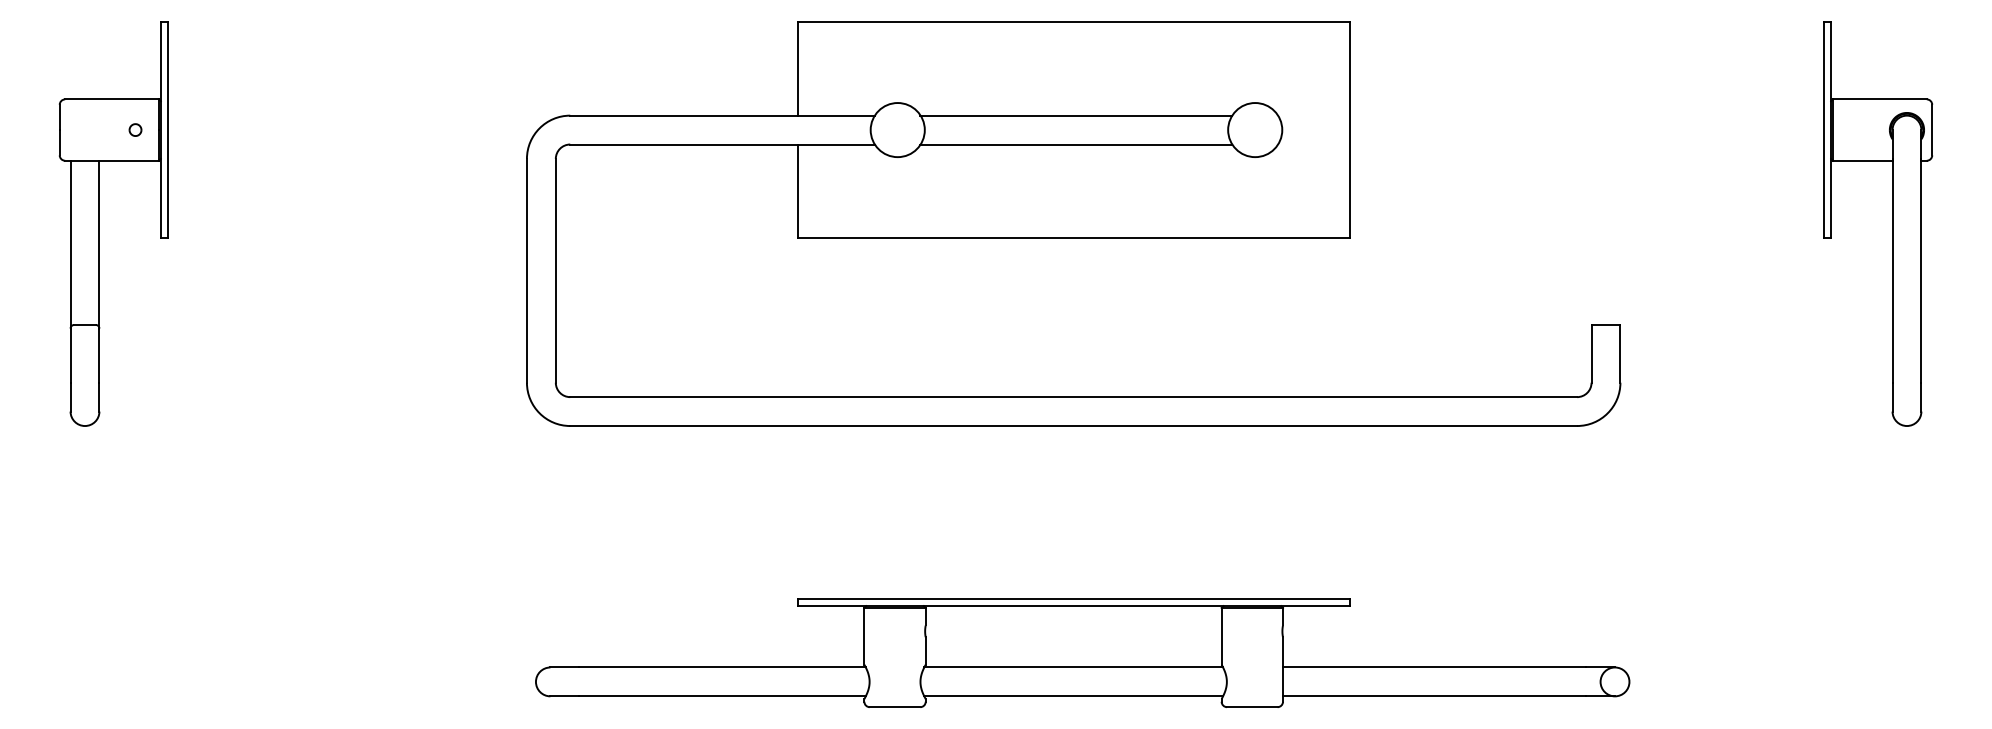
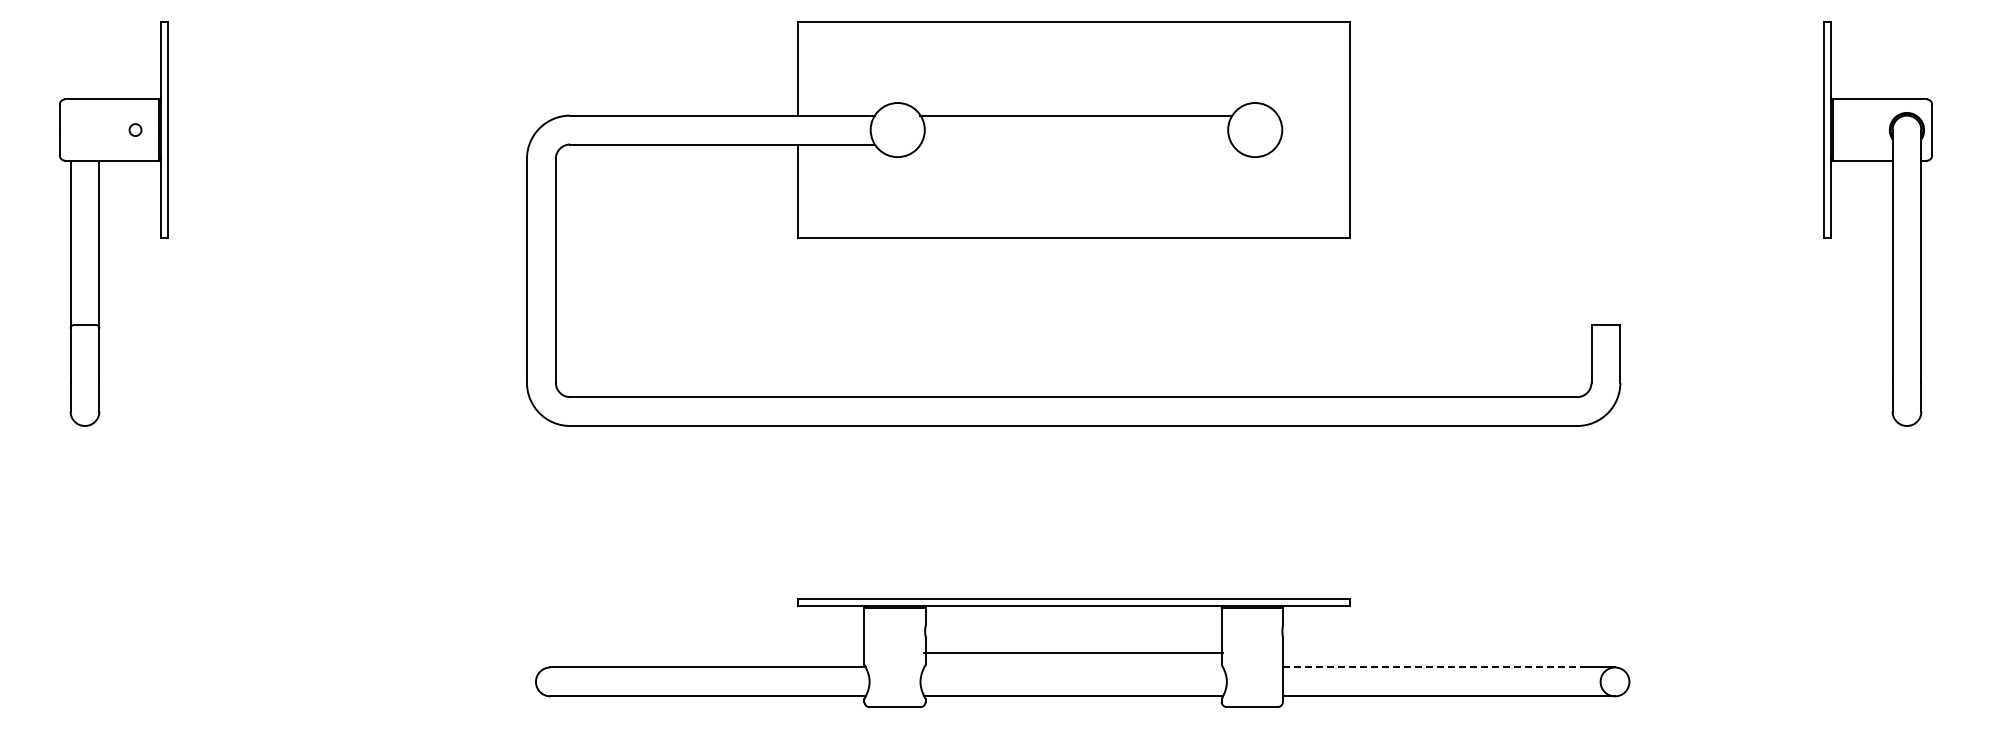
line at (1076, 144): present -> none
line at (1073, 667) position: (1073, 667) -> (1073, 653)
line at (1434, 667): solid -> dashed
